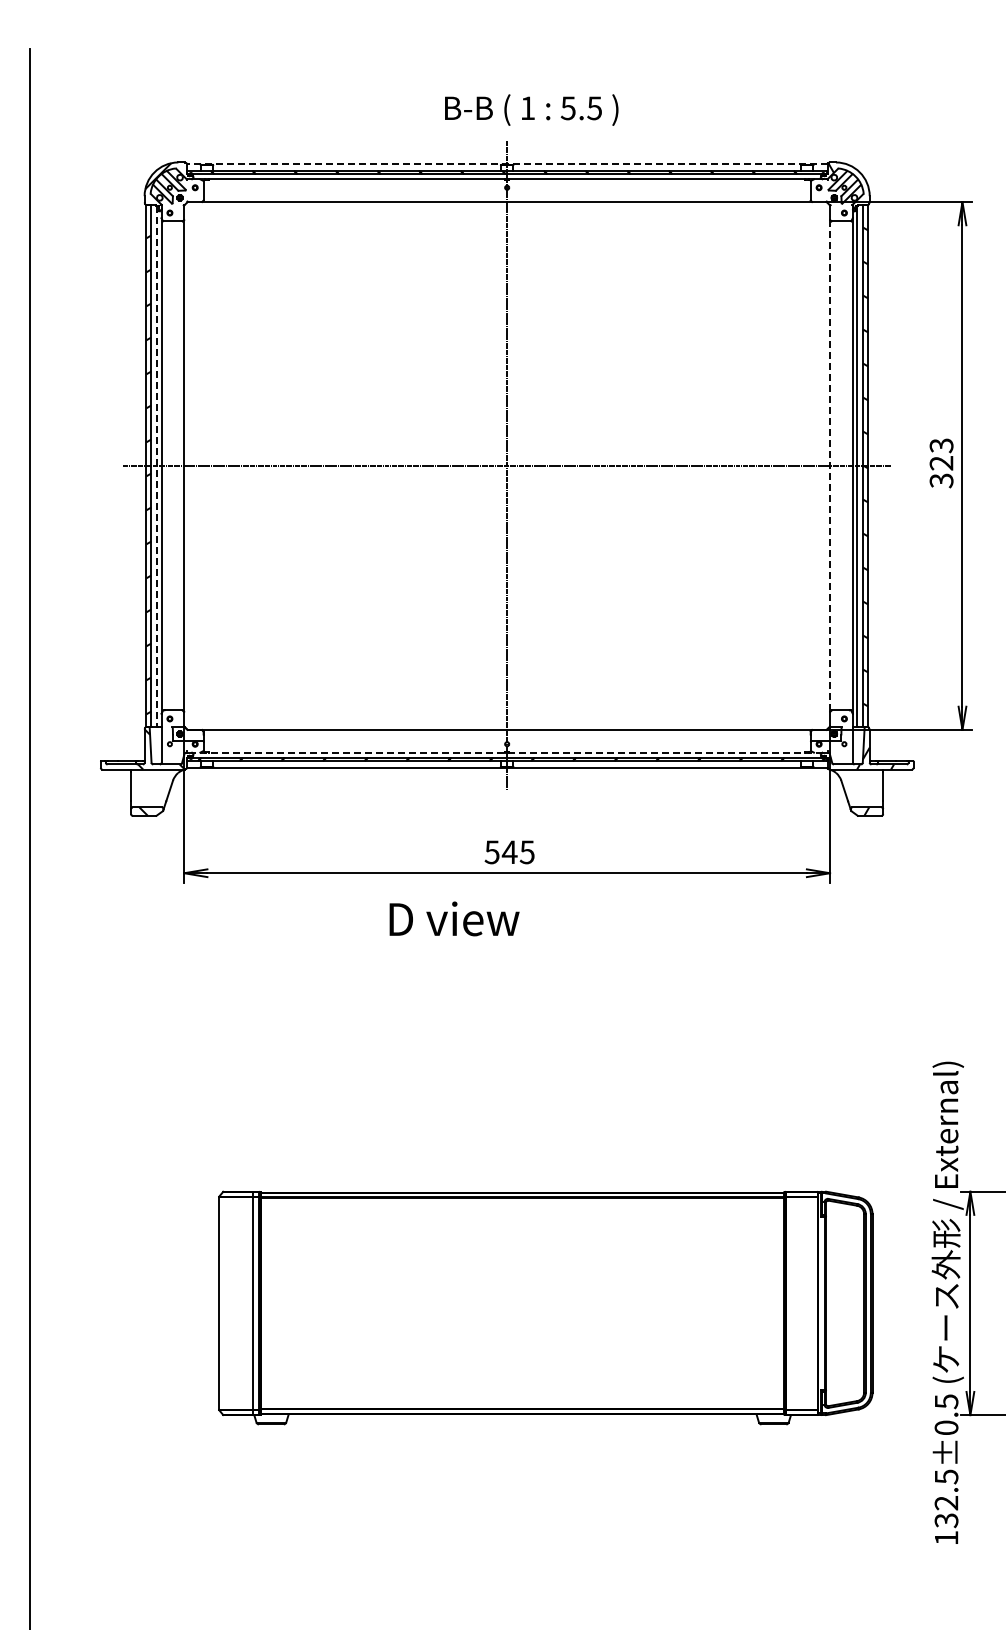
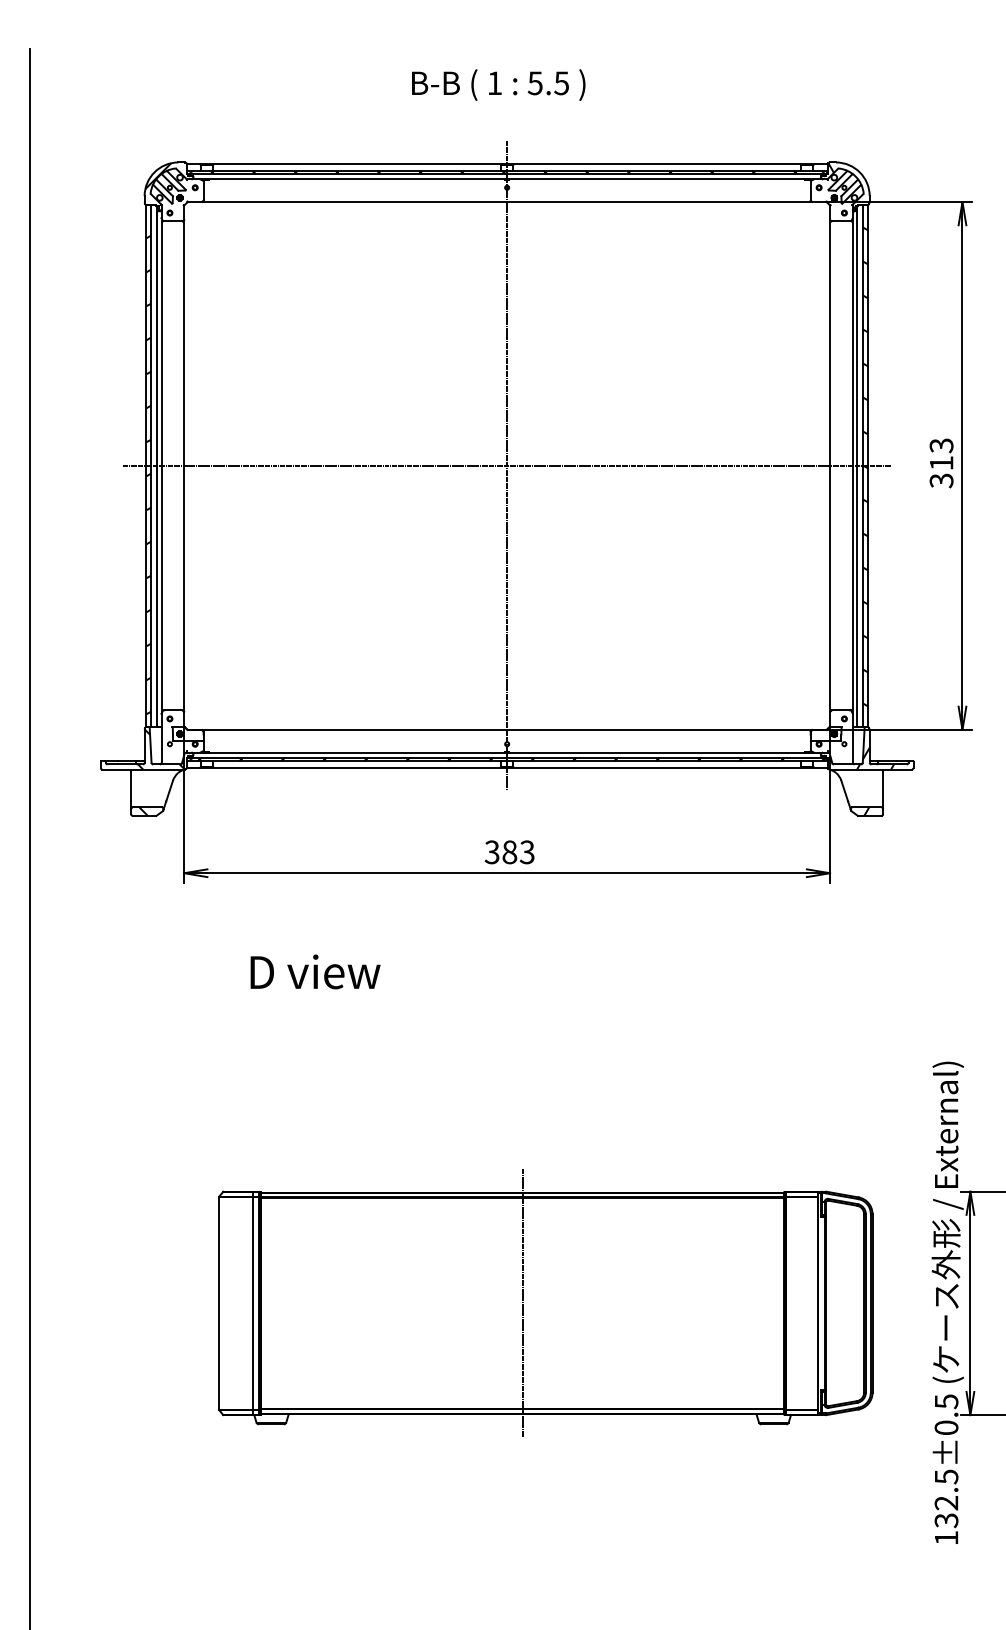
text at (531, 109) position: (531, 109) -> (498, 84)
line at (506, 164): dashed -> solid
text at (941, 463): 323 -> 313
line at (157, 466): dashed -> solid
line at (830, 466): dashed -> solid
line at (507, 752): dashed -> solid
text at (509, 852): 545 -> 383
text at (454, 918) position: (454, 918) -> (315, 971)
line at (522, 1303): none -> present
